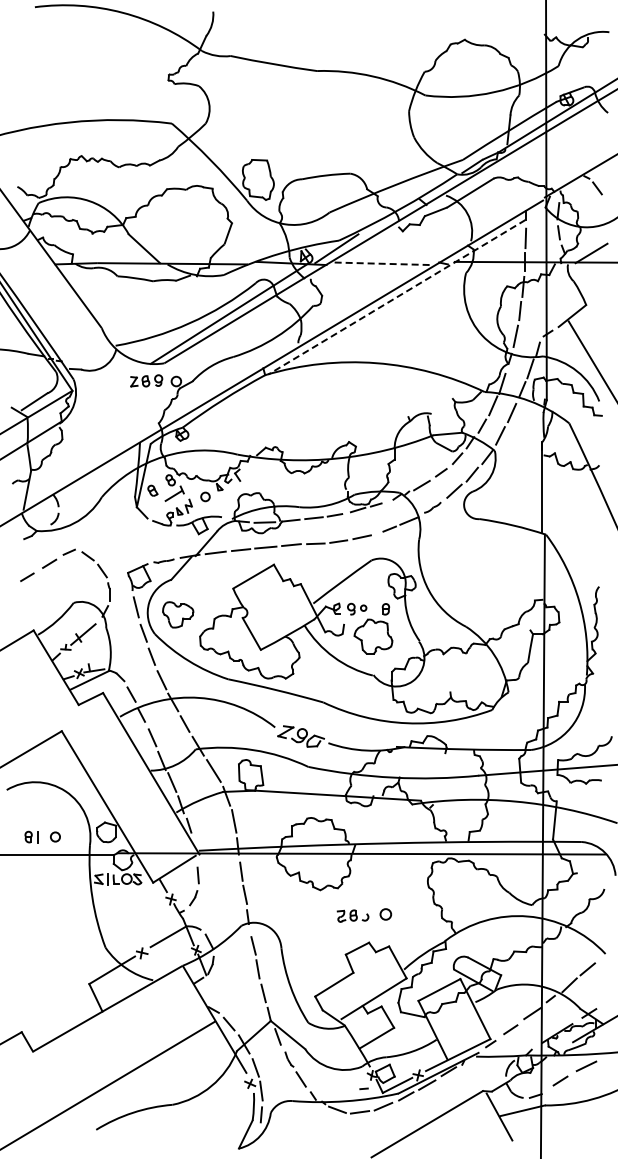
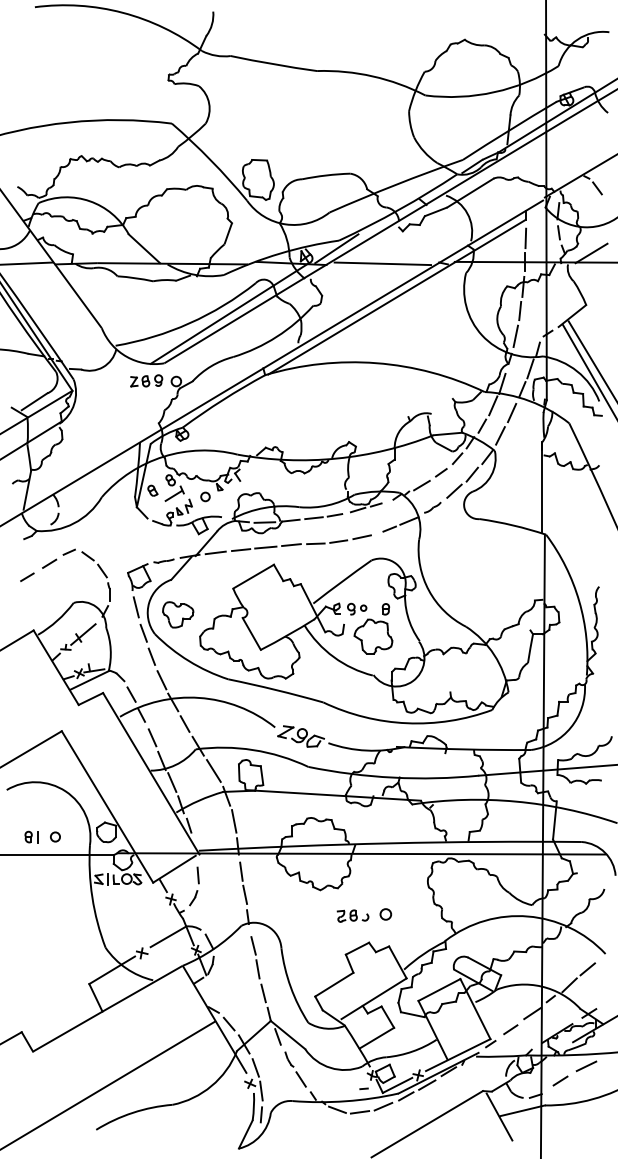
line at (27, 263): none -> present
line at (383, 263): dashed -> solid
line at (396, 297): dashed -> solid
line at (588, 370): none -> present
